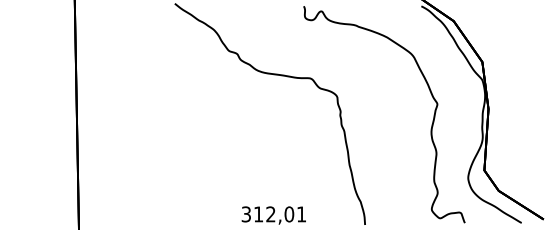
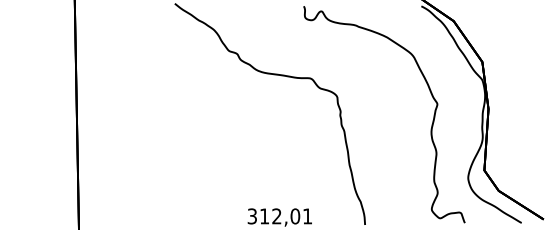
text at (273, 215) position: (273, 215) -> (279, 217)
